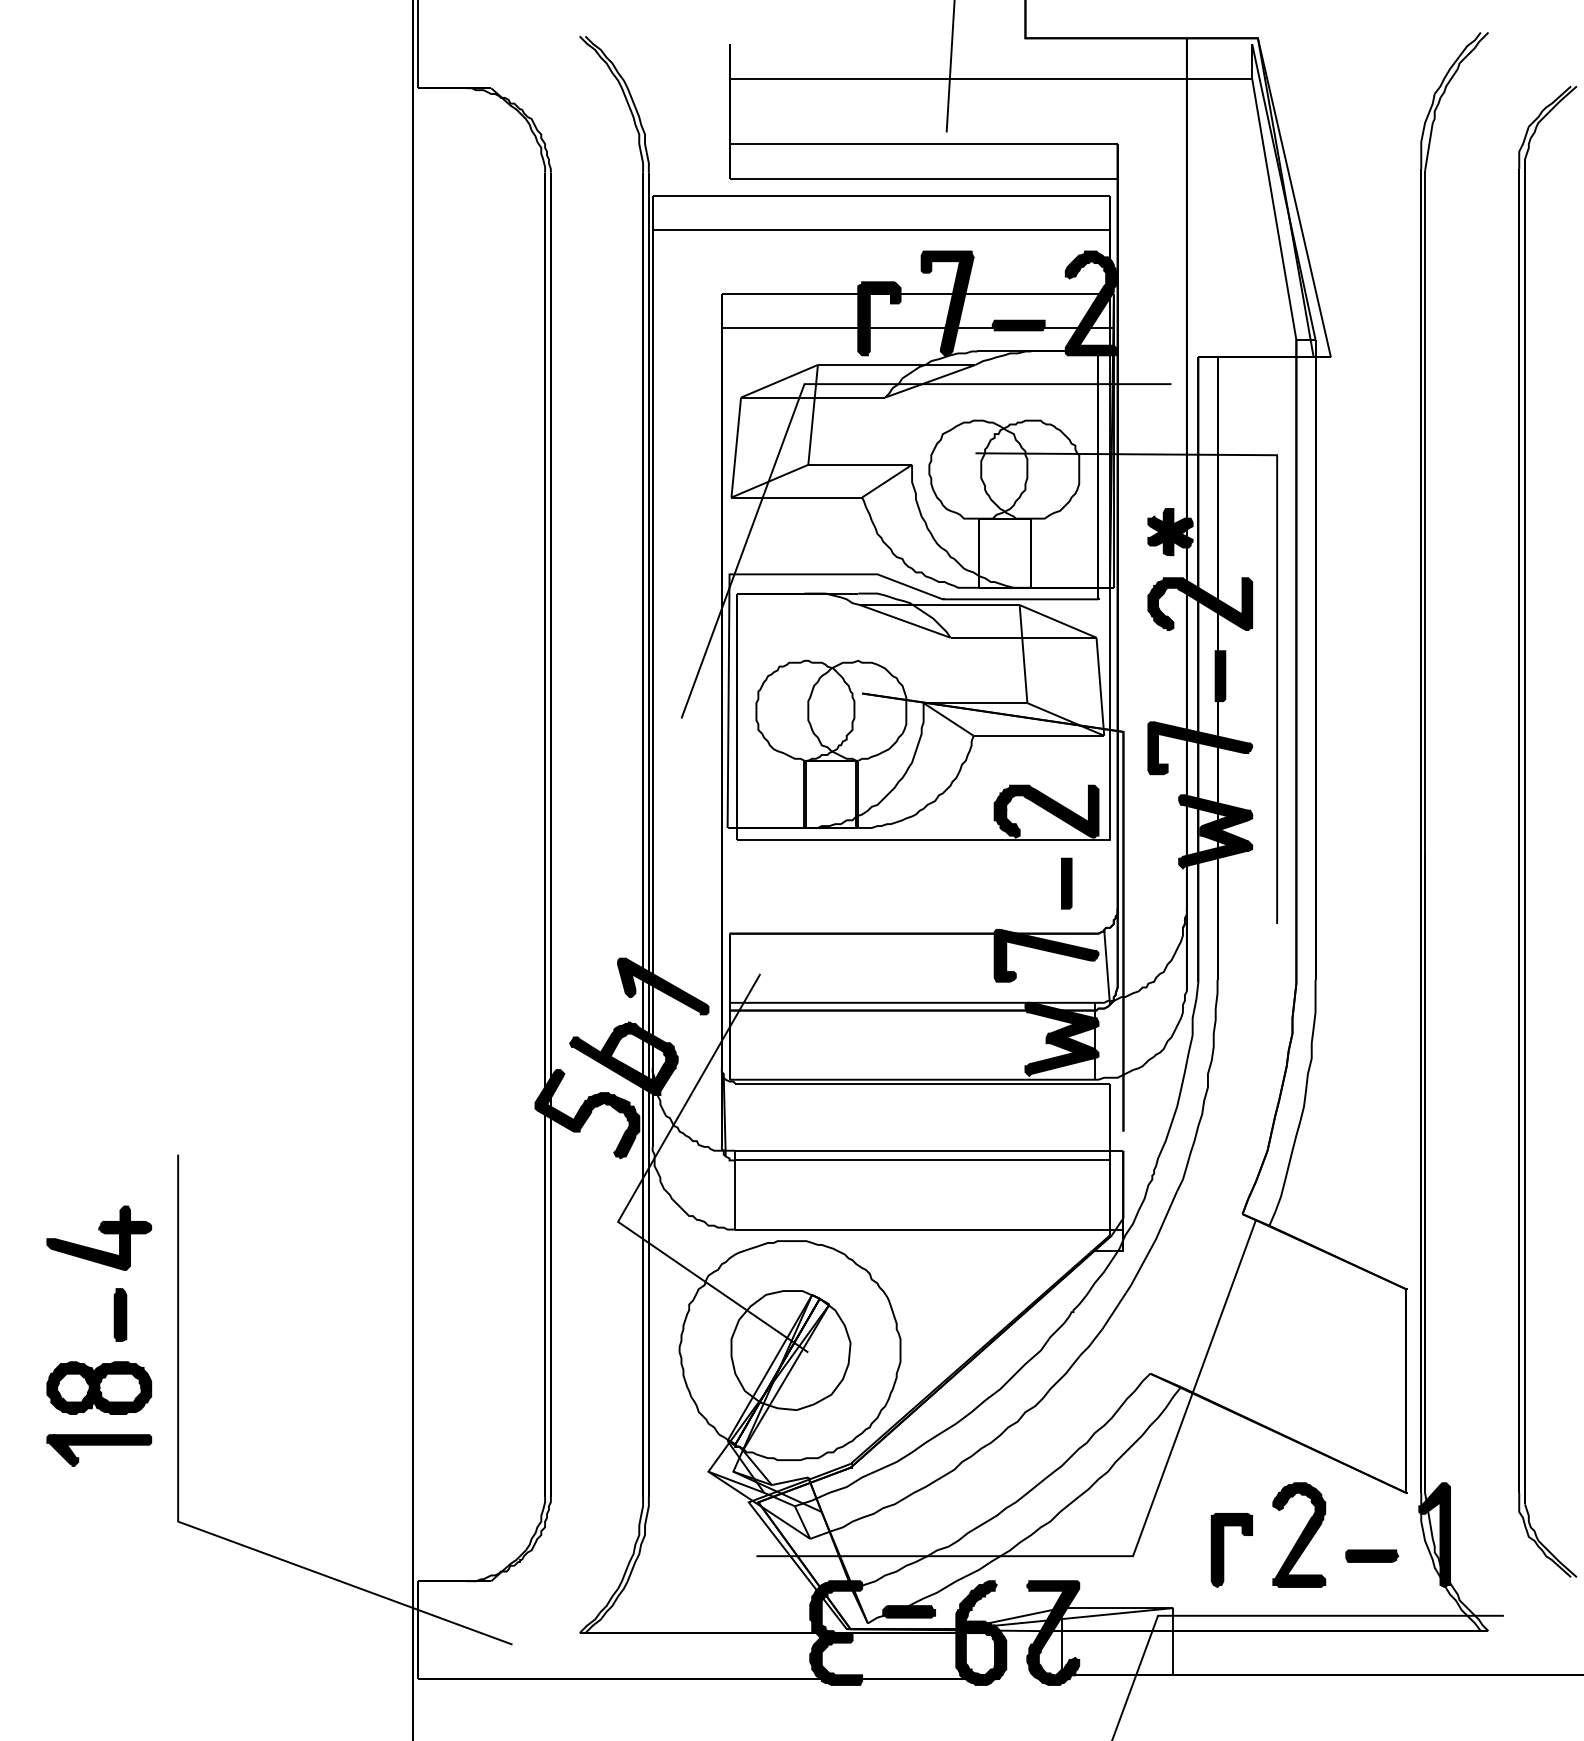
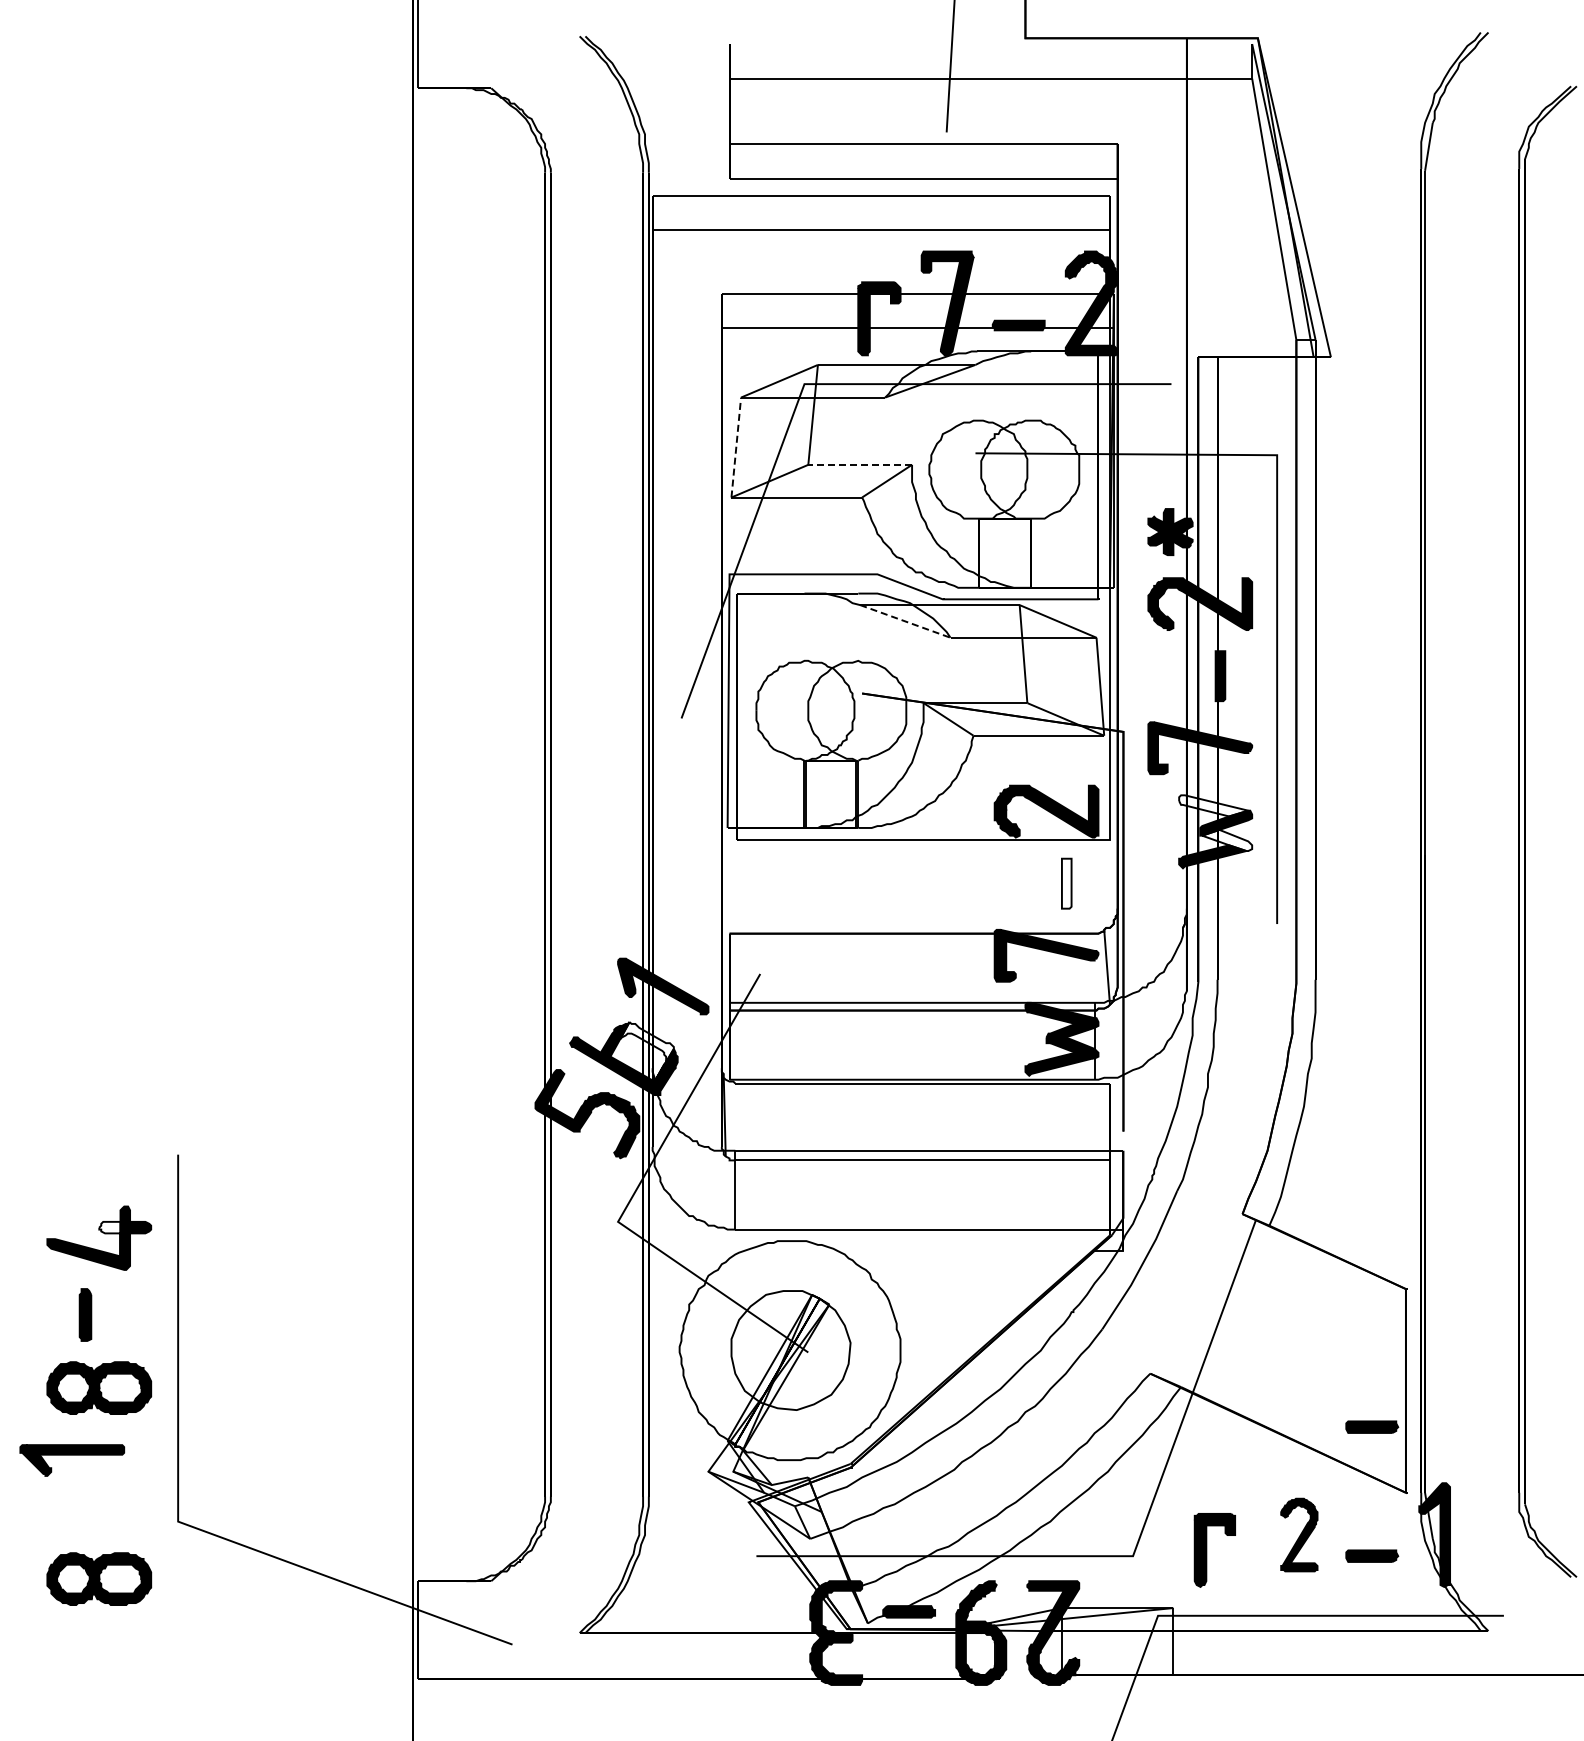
line at (736, 447): solid -> dashed
line at (860, 464): solid -> dashed
line at (905, 621): solid -> dashed
fill at (1213, 805): present -> none
fill at (1227, 840): present -> none
fill at (1066, 883): present -> none
fill at (646, 1051): present -> none
fill at (109, 1238): present -> none
part at (120, 1314) position: (120, 1314) -> (85, 1314)
part at (1372, 1426): none -> present
part at (99, 1450) position: (99, 1450) -> (72, 1460)
part at (1299, 1534) size: 55x106 px -> 39x76 px
part at (1224, 1550) position: (1224, 1550) -> (1207, 1550)
part at (99, 1578): none -> present
